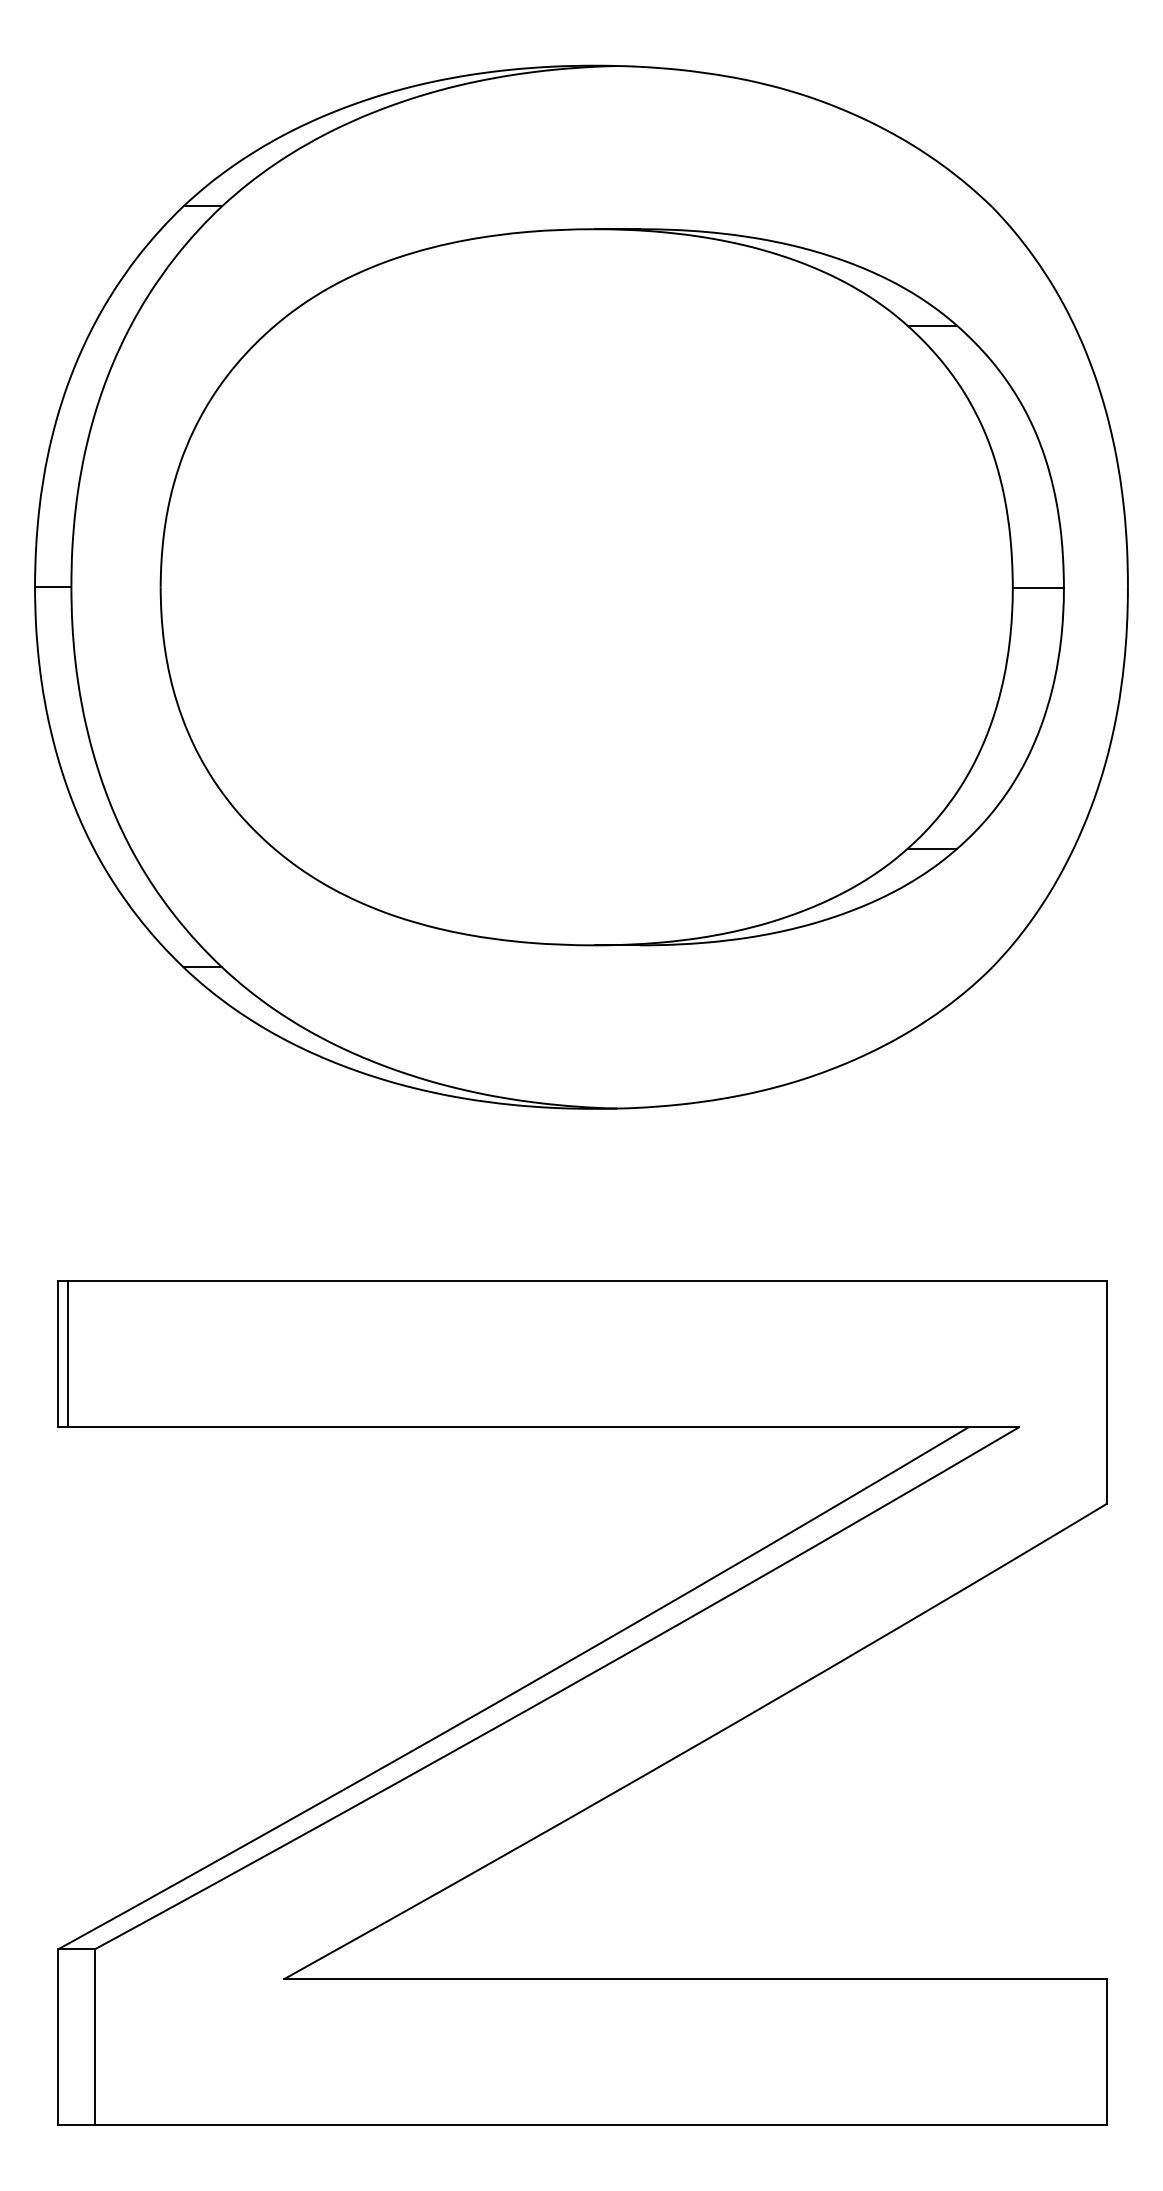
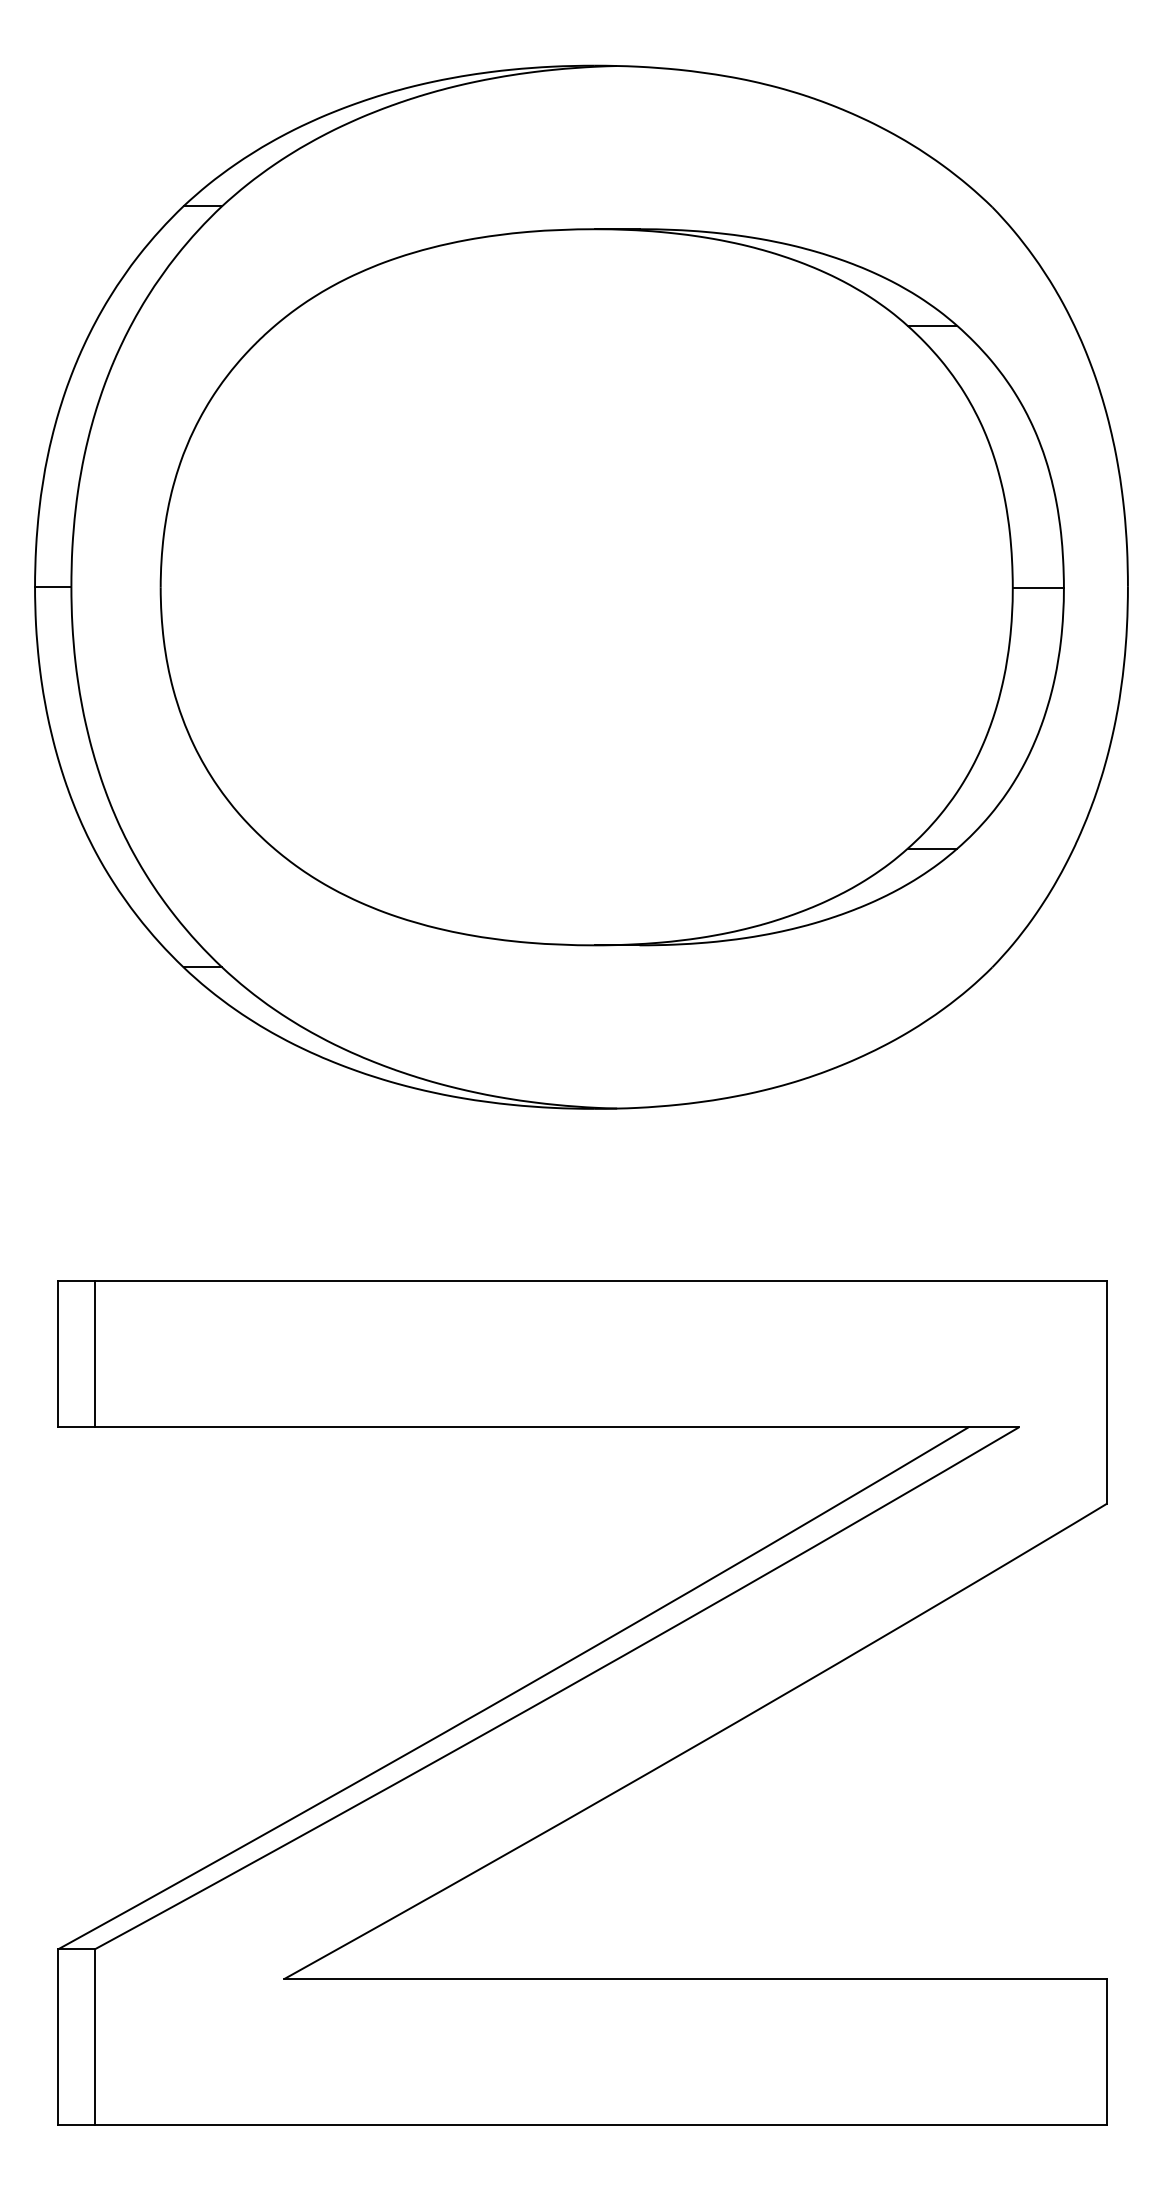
line at (67, 1354) position: (67, 1354) -> (94, 1354)
